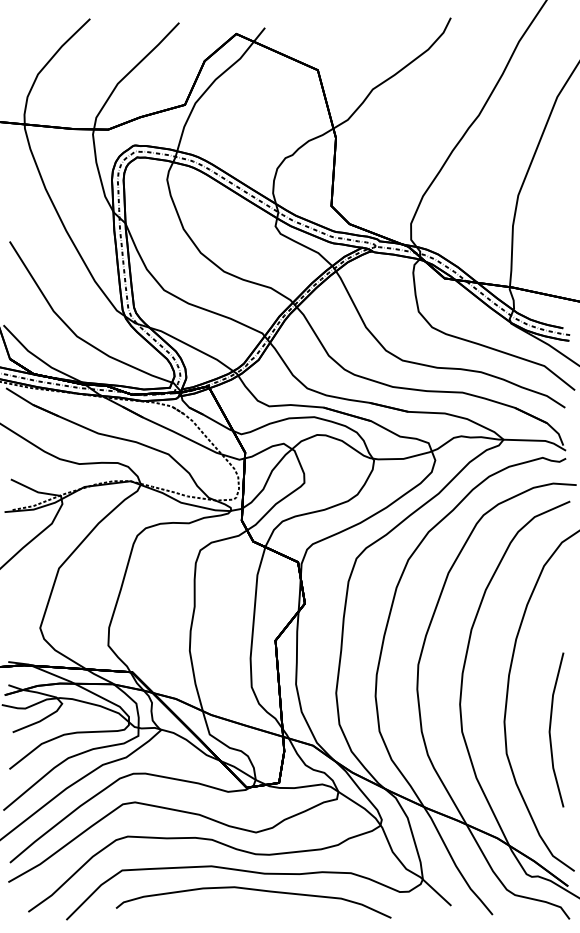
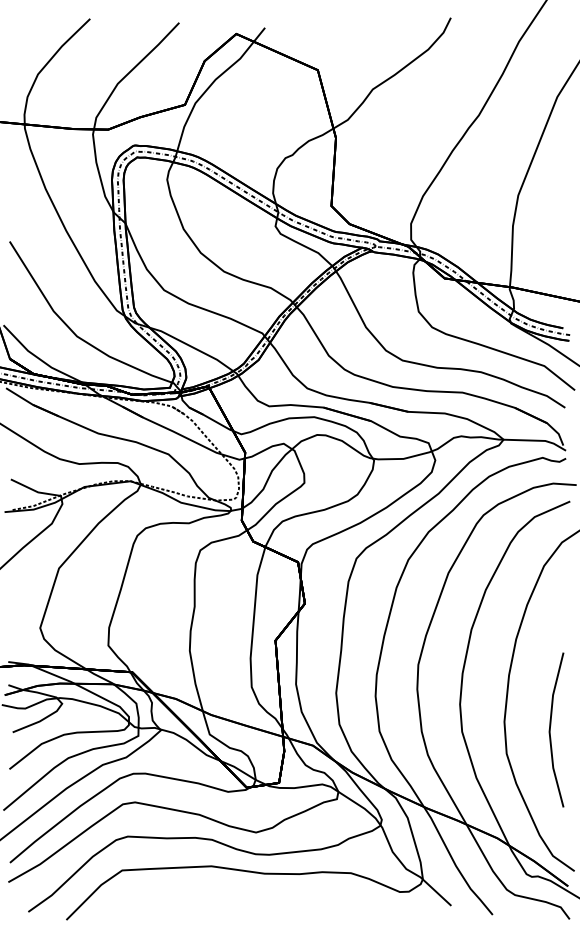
curve at (253, 890): present -> none
